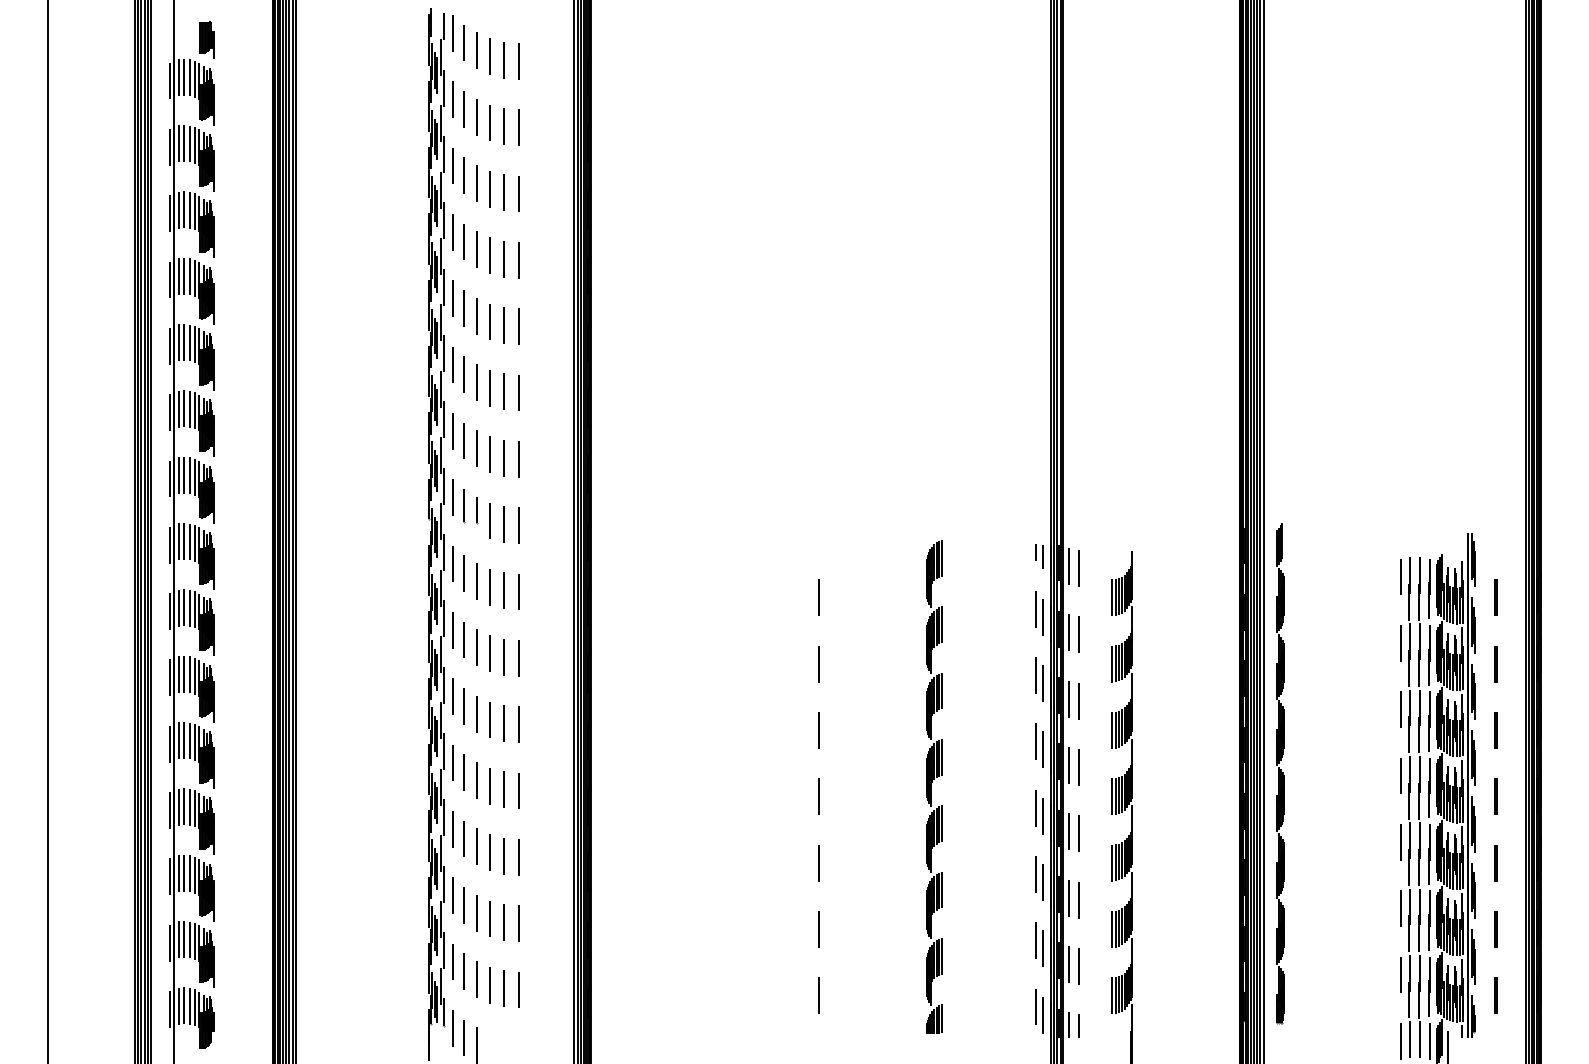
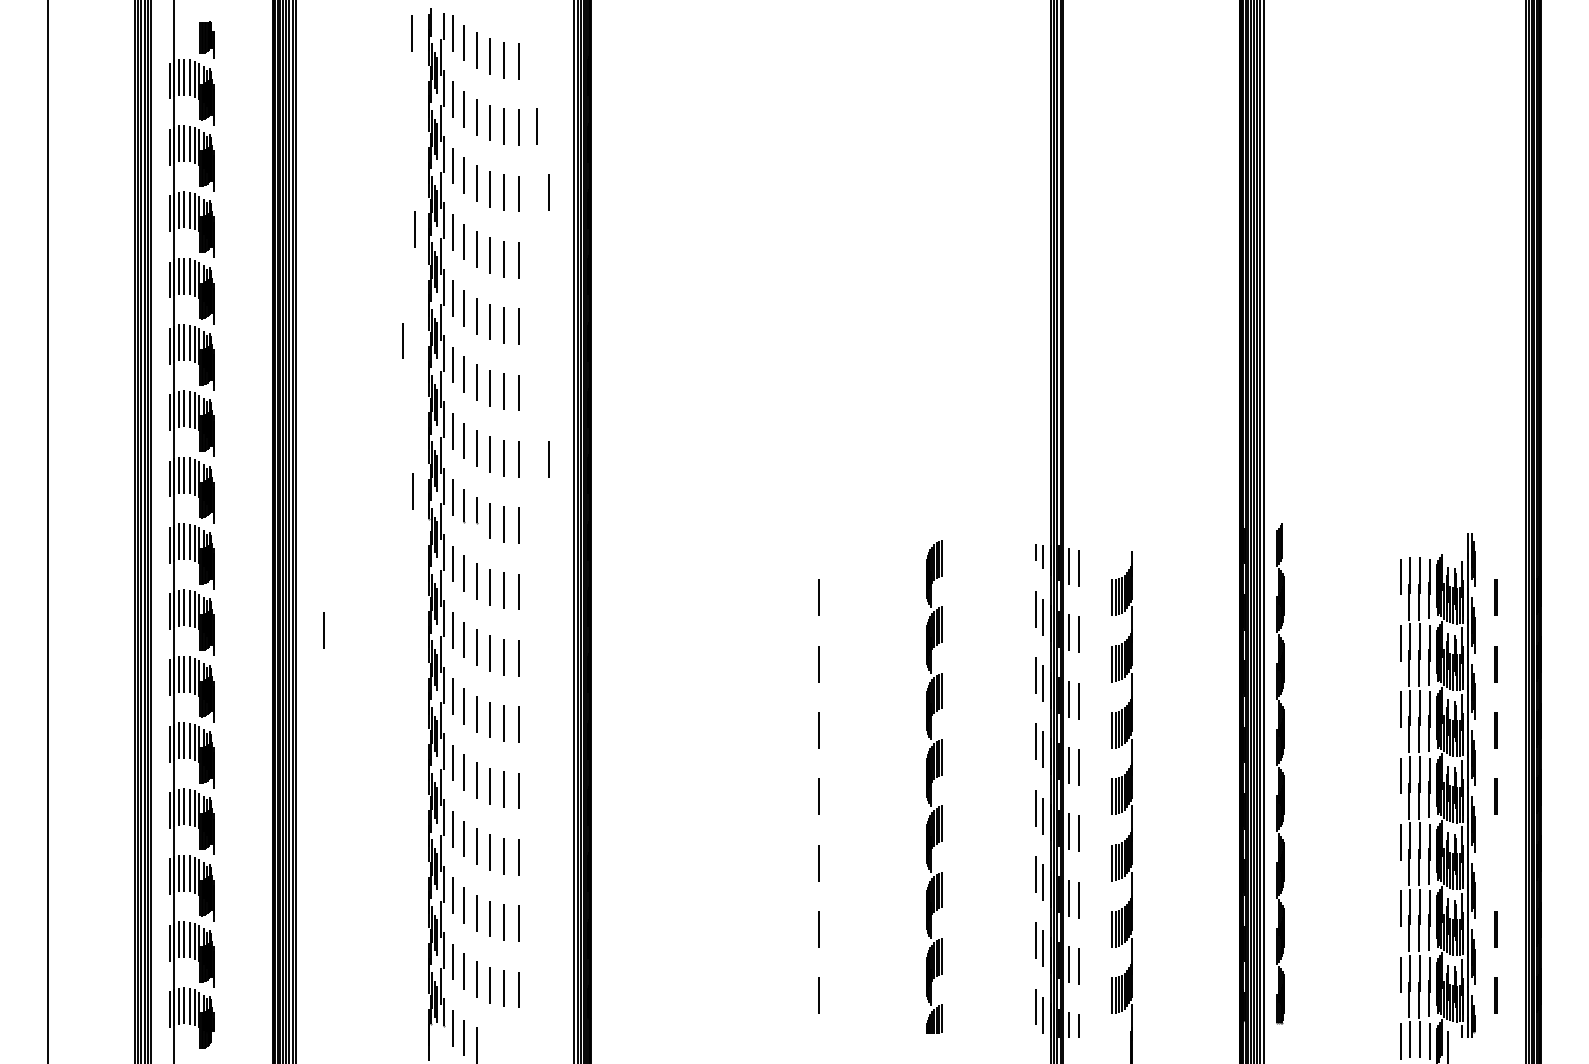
line at (411, 33): none -> present
line at (536, 126): none -> present
line at (548, 192): none -> present
line at (414, 229): none -> present
line at (402, 340): none -> present
line at (548, 459): none -> present
line at (412, 491): none -> present
line at (323, 630): none -> present
line at (1495, 863): present -> none
